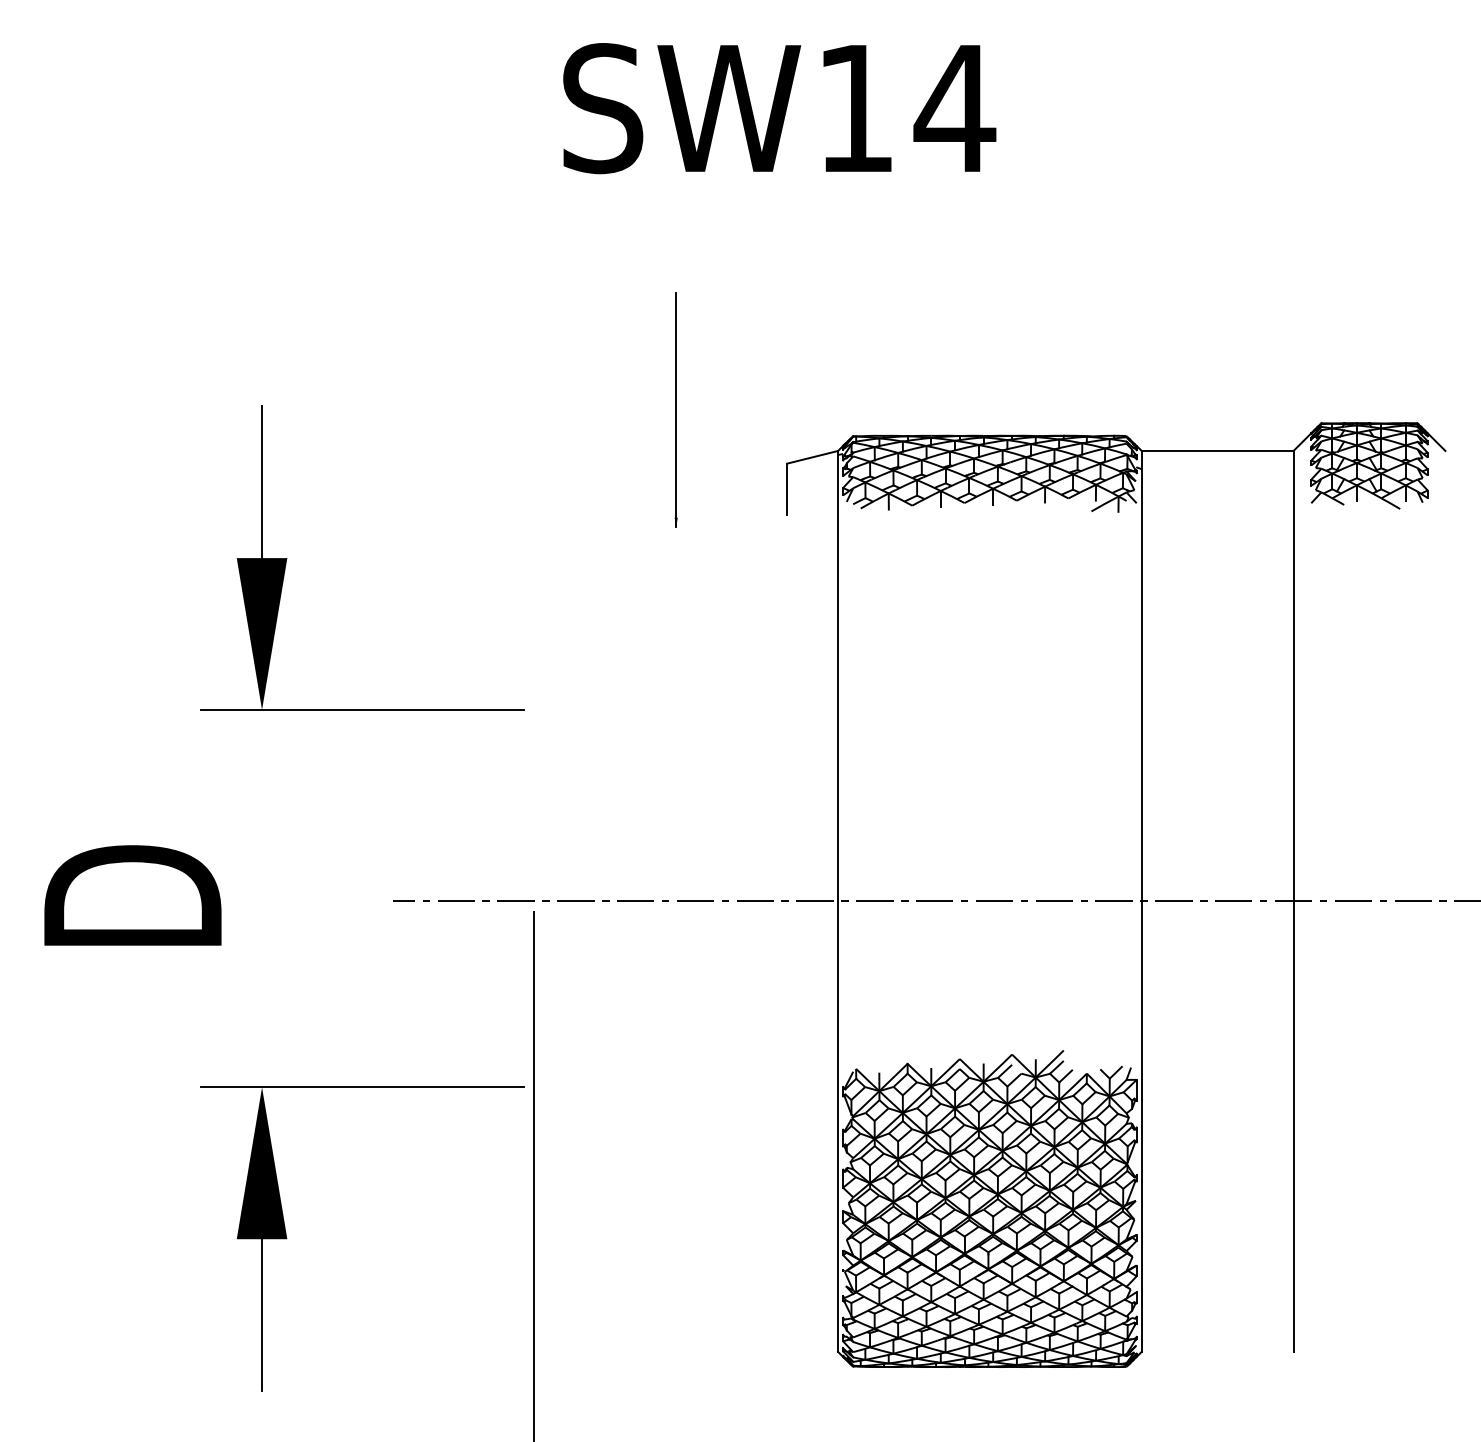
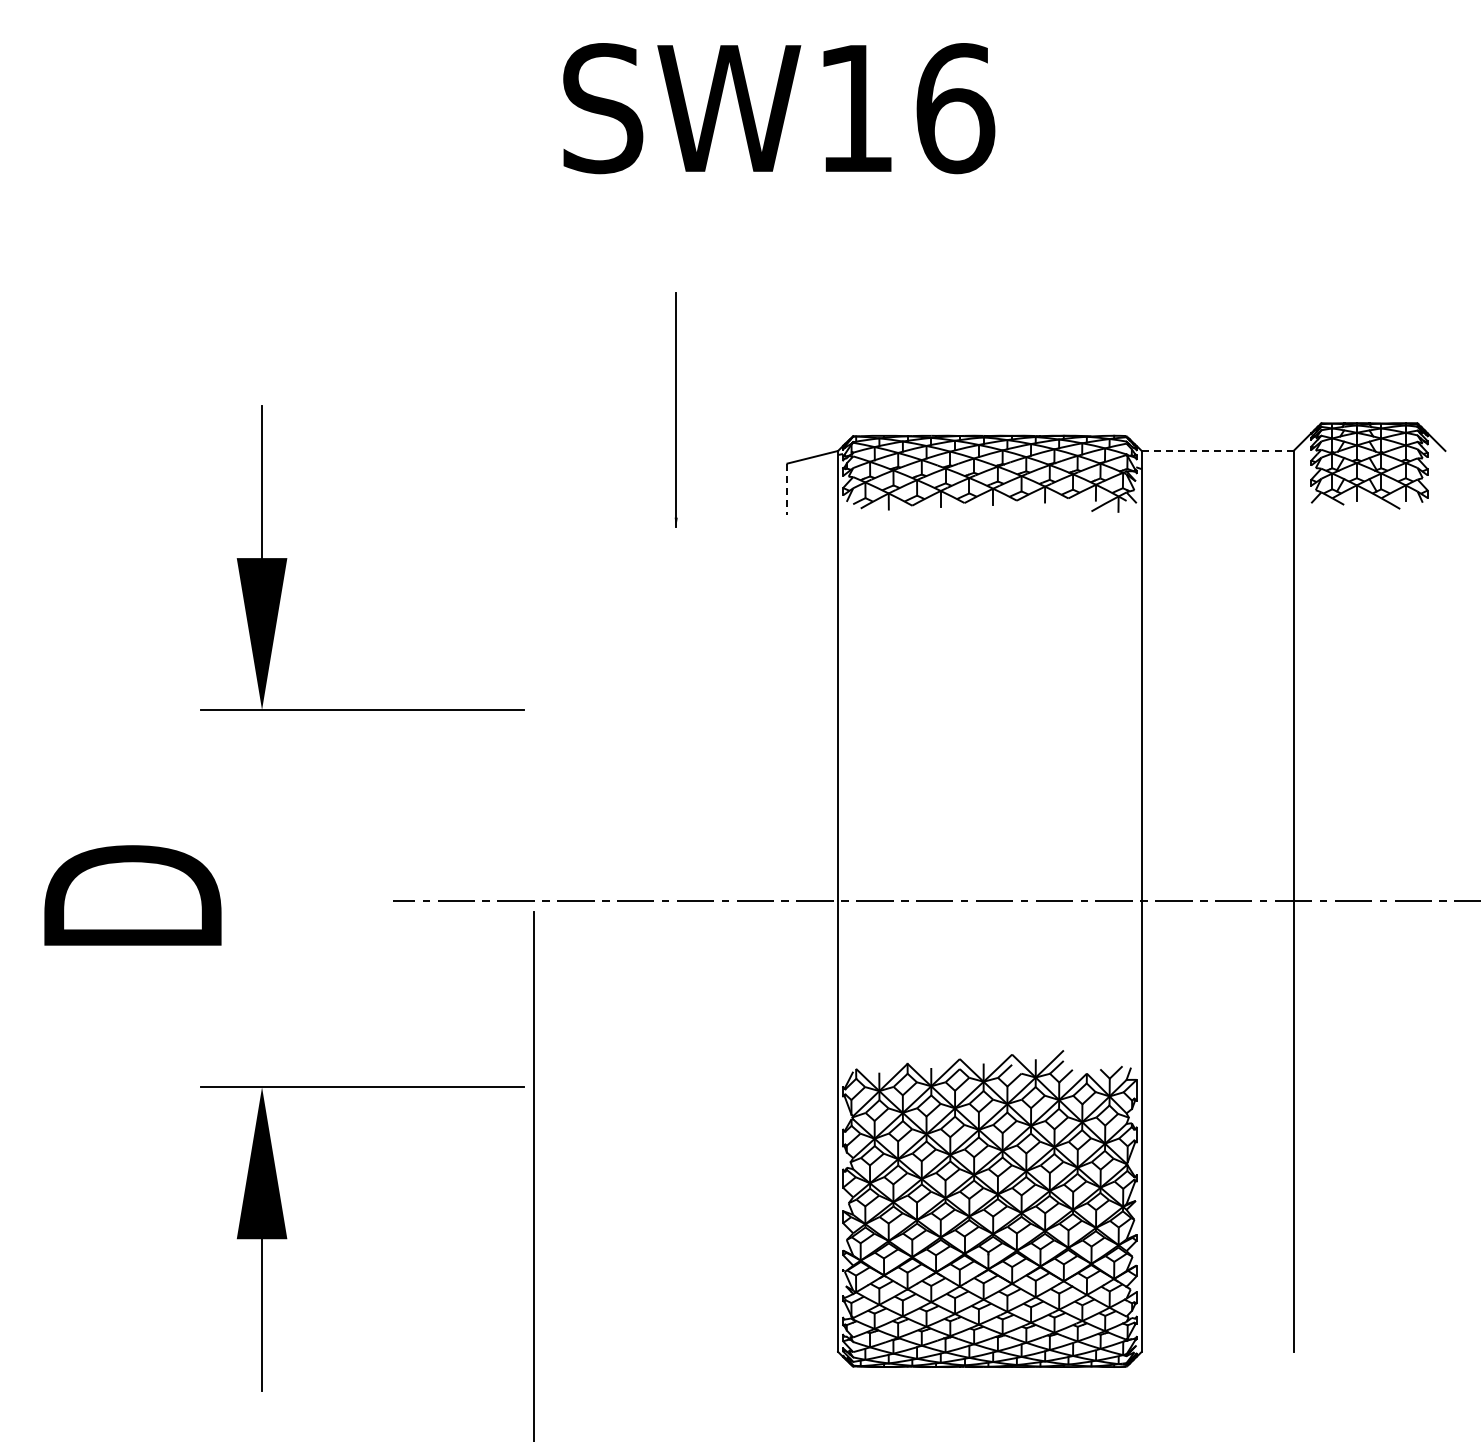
text at (954, 108): SW14 -> SW16
line at (1217, 450): solid -> dashed
line at (787, 489): solid -> dashed
